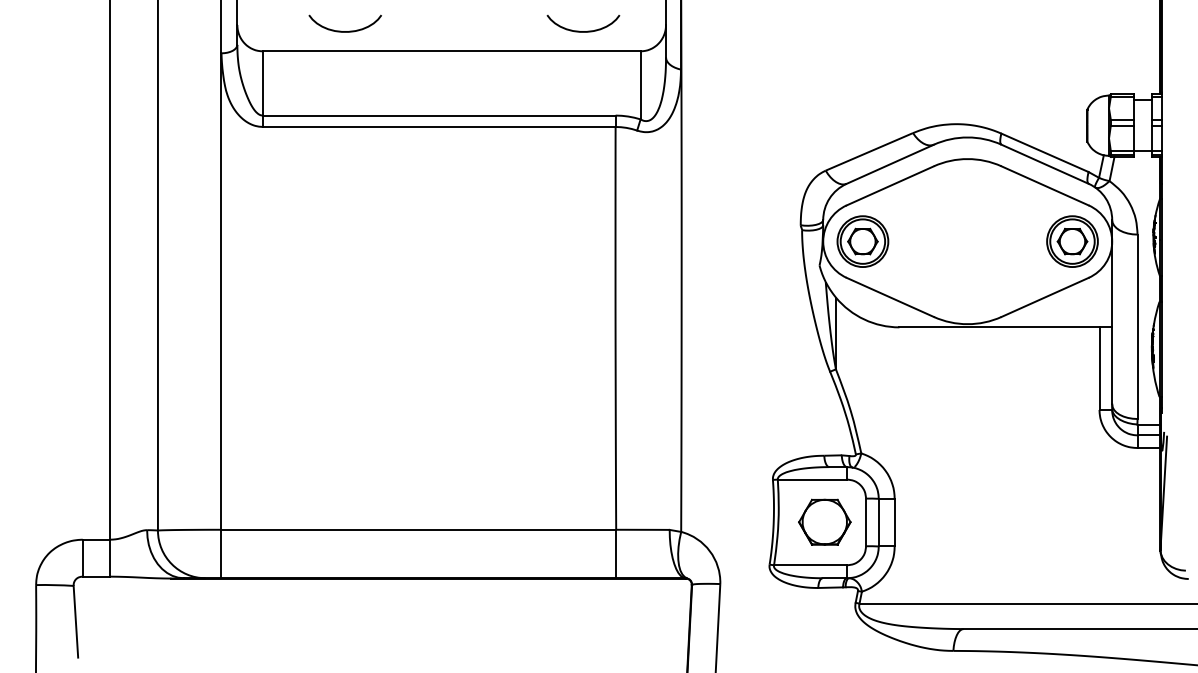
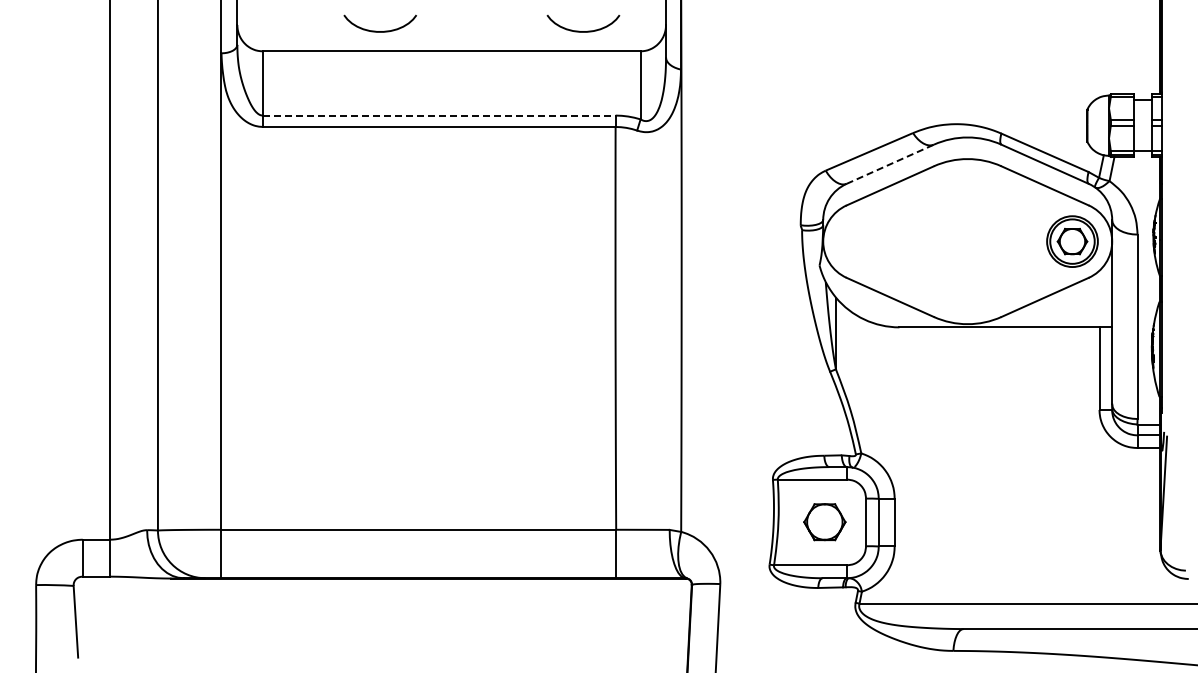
curve at (344, 31) position: (344, 31) -> (379, 31)
line at (439, 115): solid -> dashed
line at (890, 164): solid -> dashed
part at (862, 241): present -> none
part at (824, 521) size: 54x48 px -> 44x39 px
